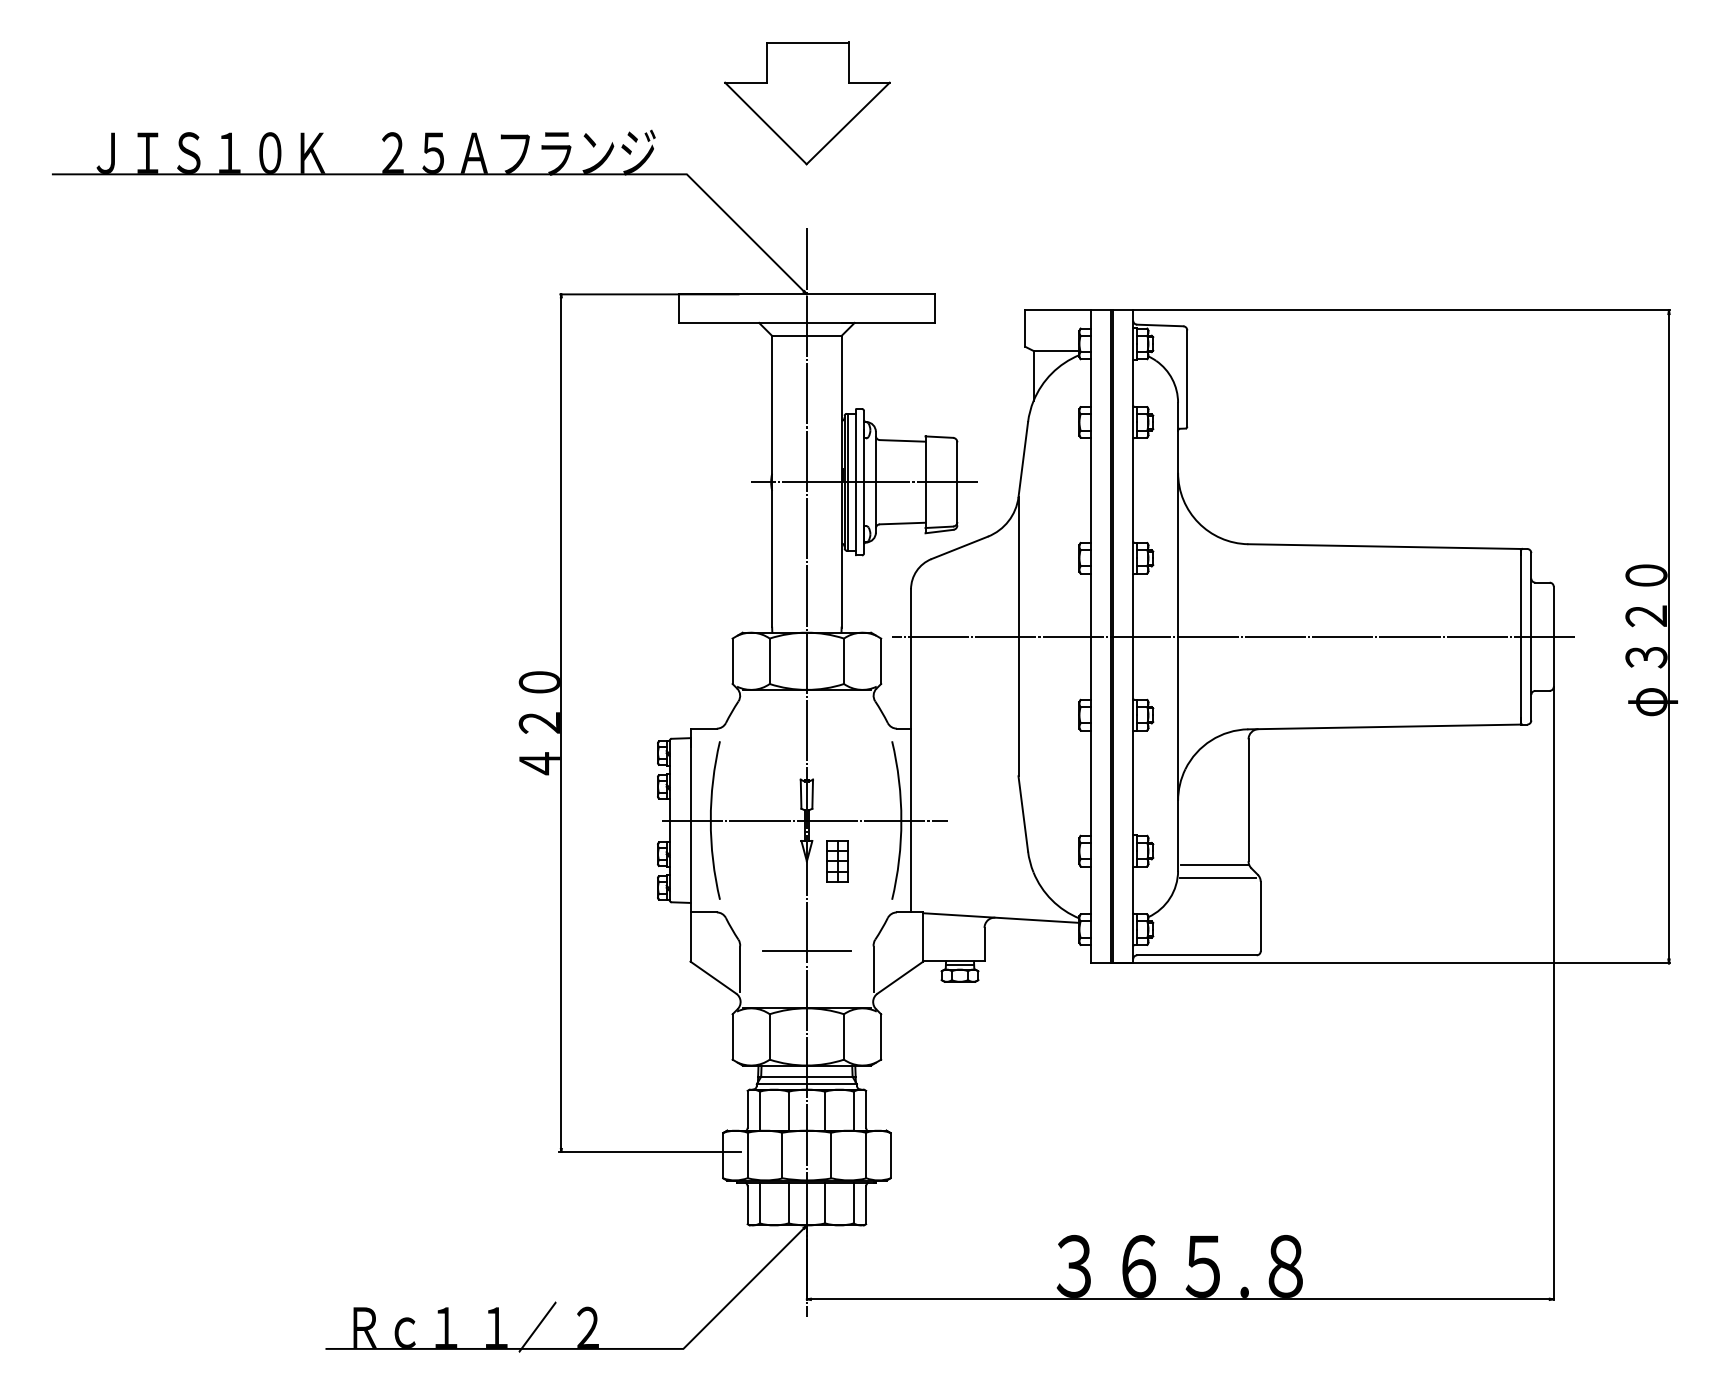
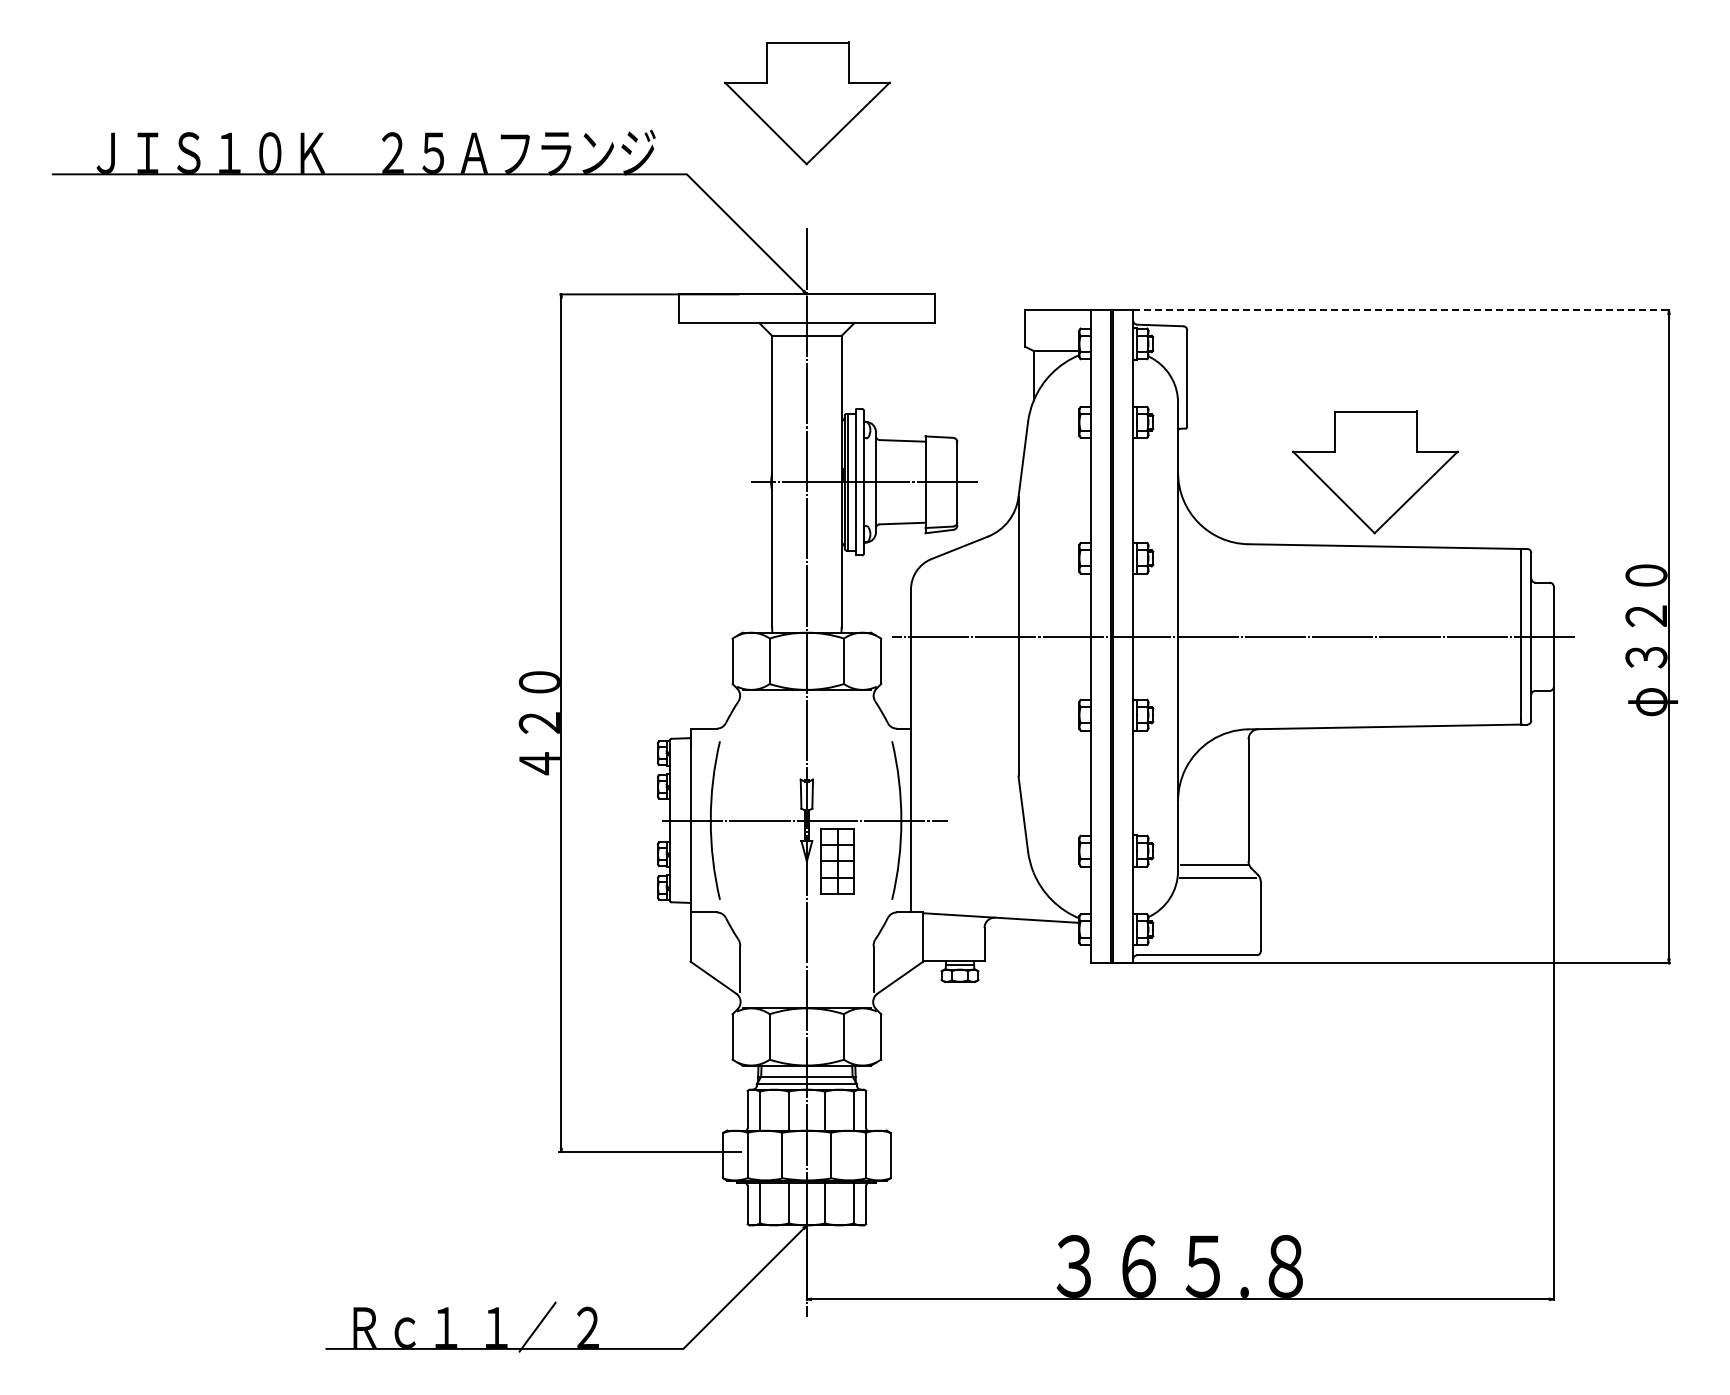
line at (1402, 310): solid -> dashed
part at (1375, 472): none -> present
part at (837, 861) size: 23x43 px -> 35x67 px
line at (806, 951): present -> none
